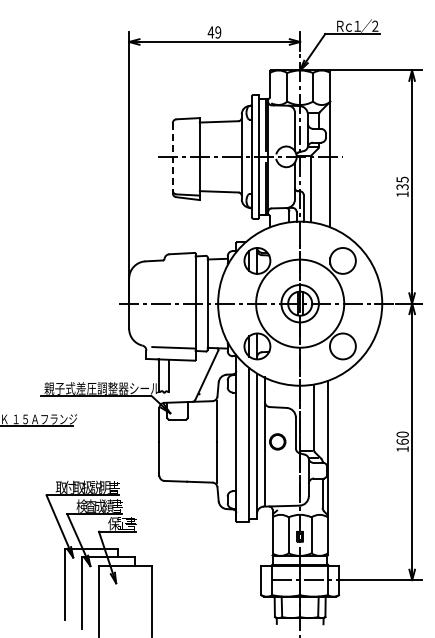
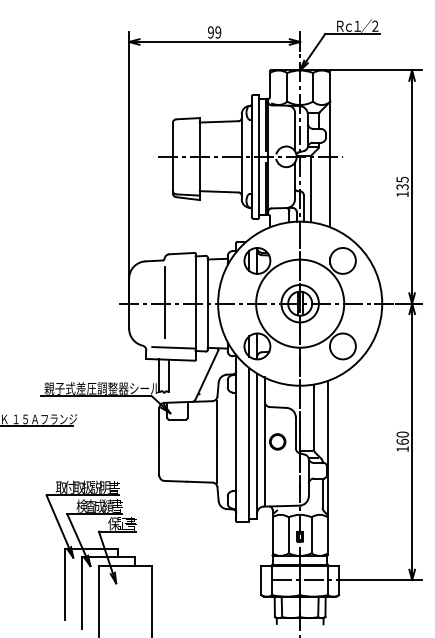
text at (210, 32): 49 -> 99
line at (172, 156): dashed -> solid
line at (164, 302): none -> present
